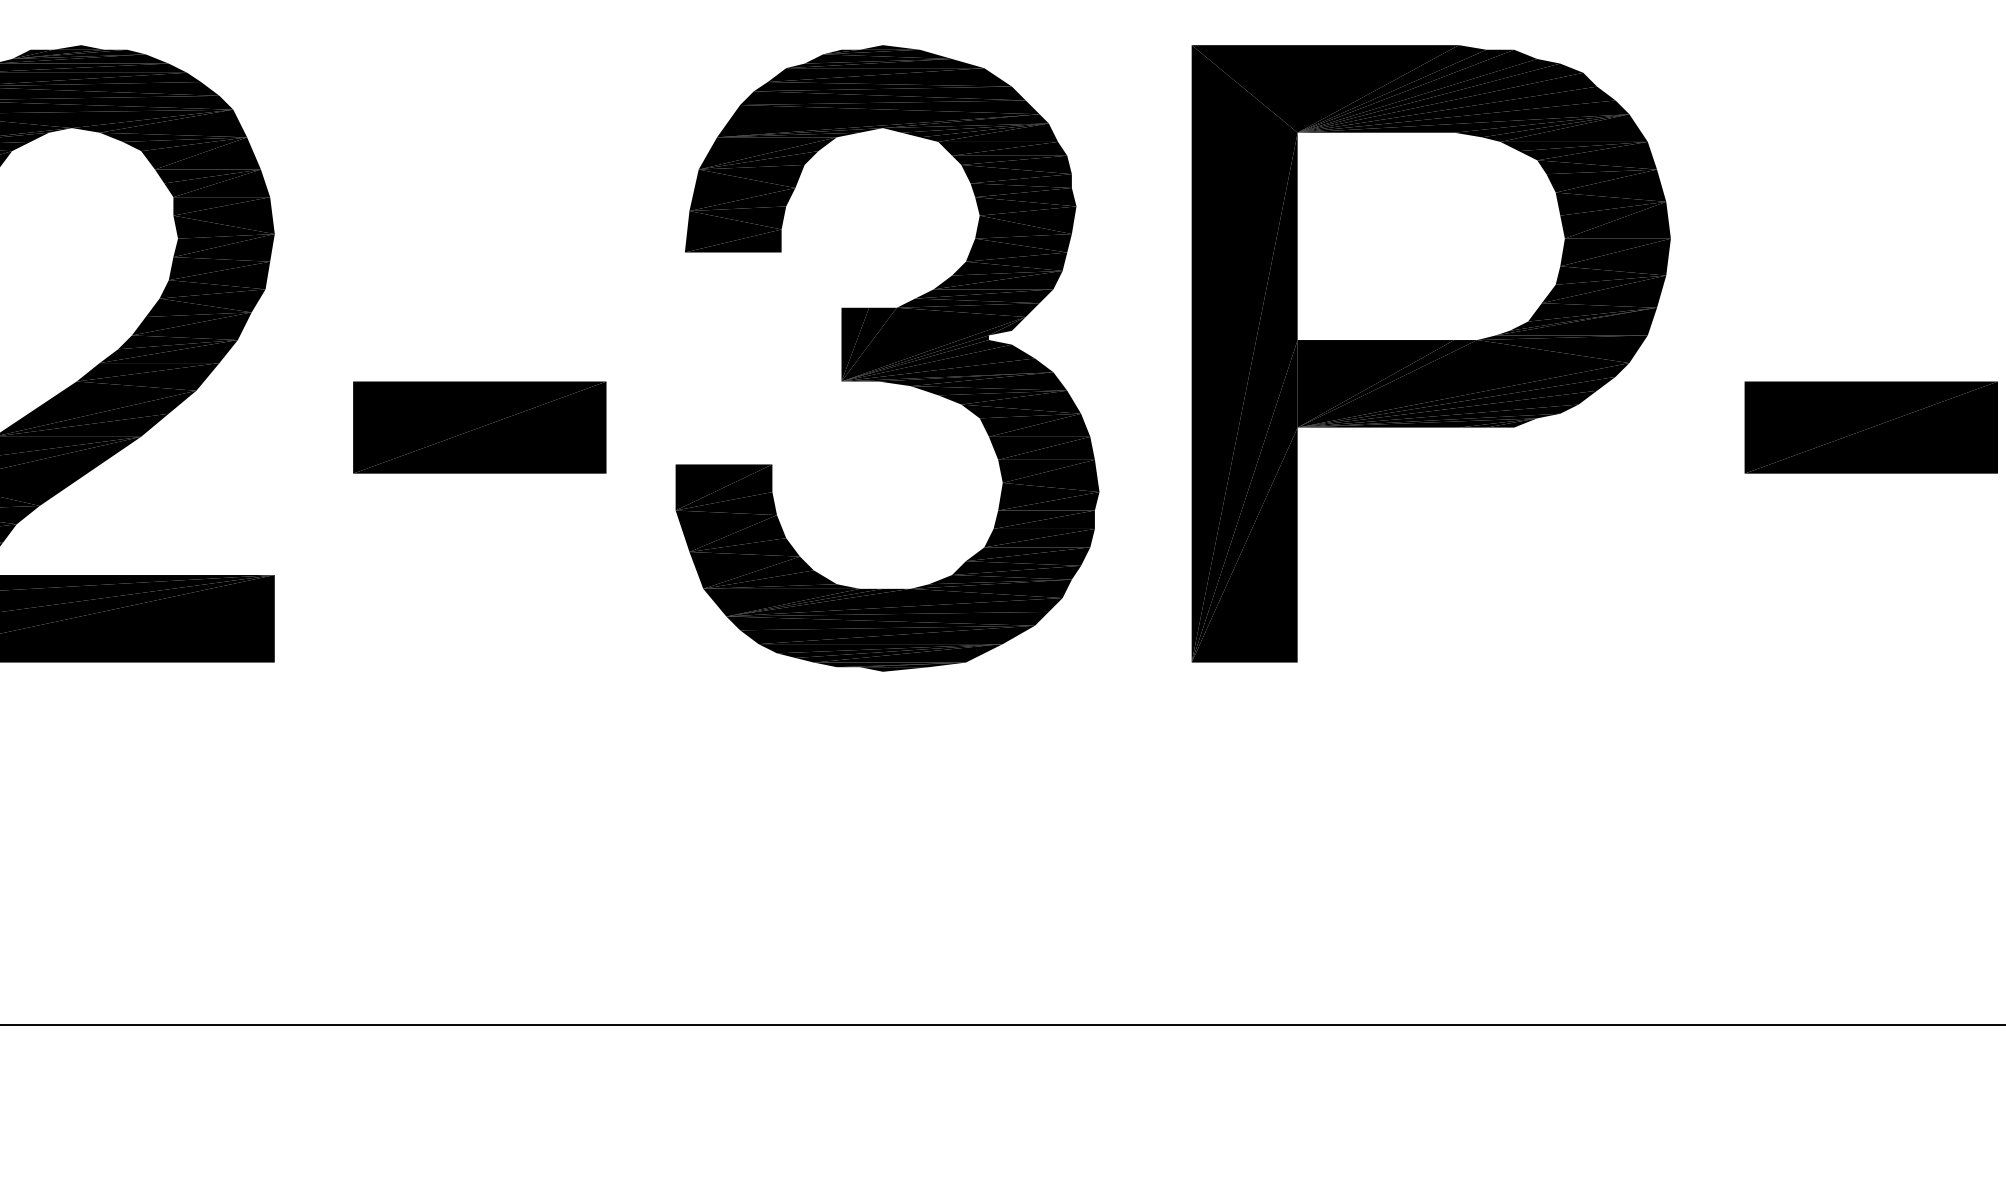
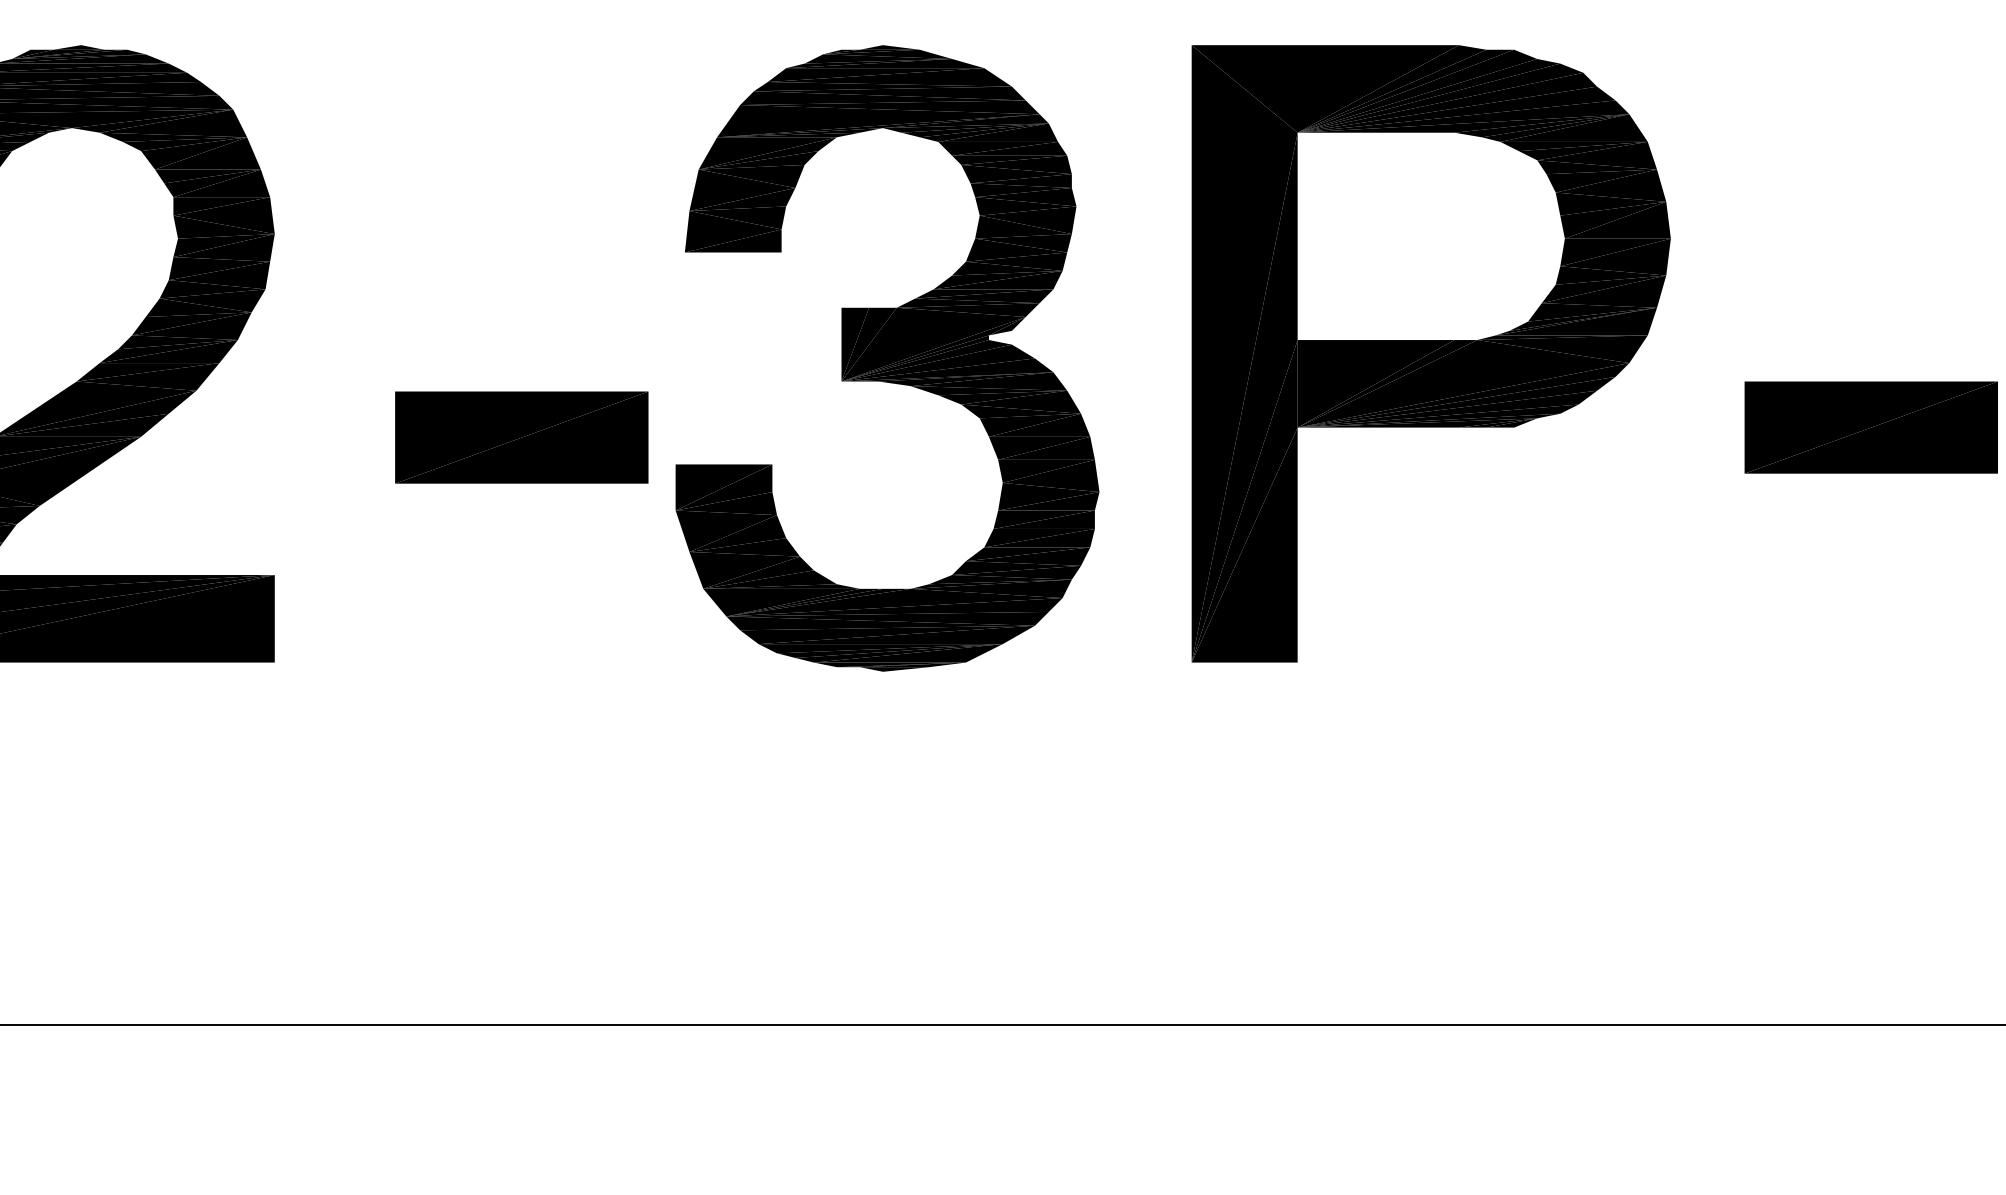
part at (479, 427) position: (479, 427) -> (521, 437)
